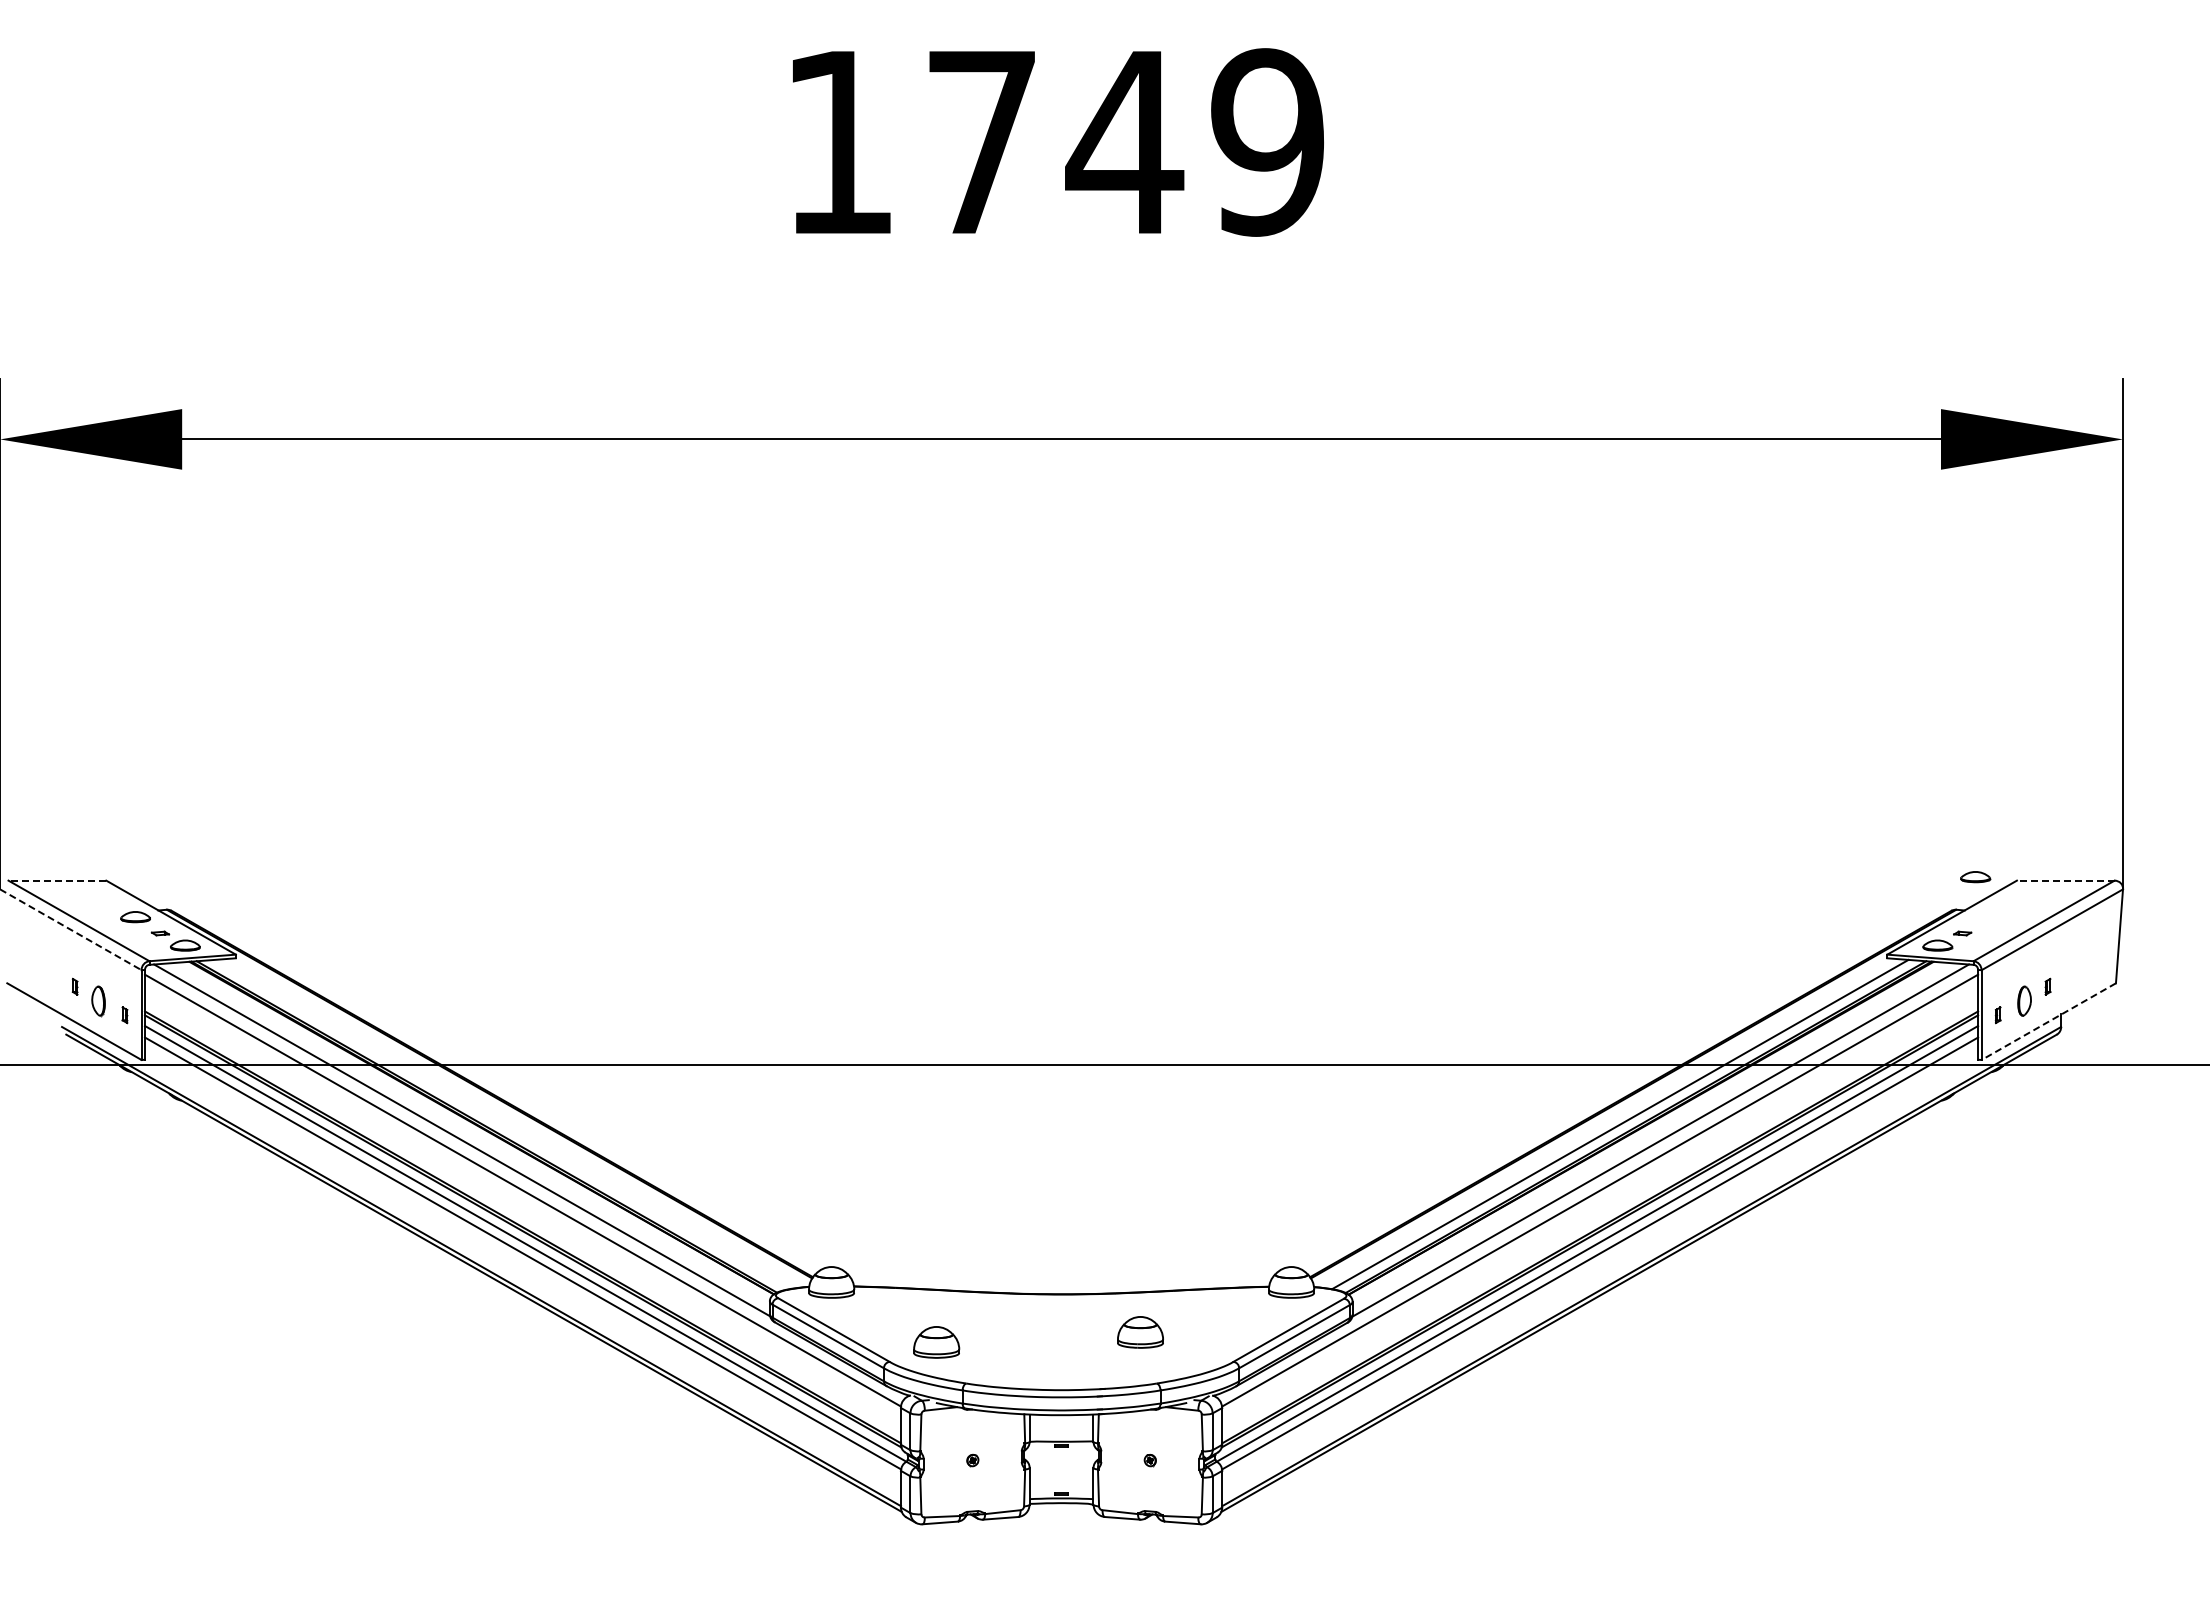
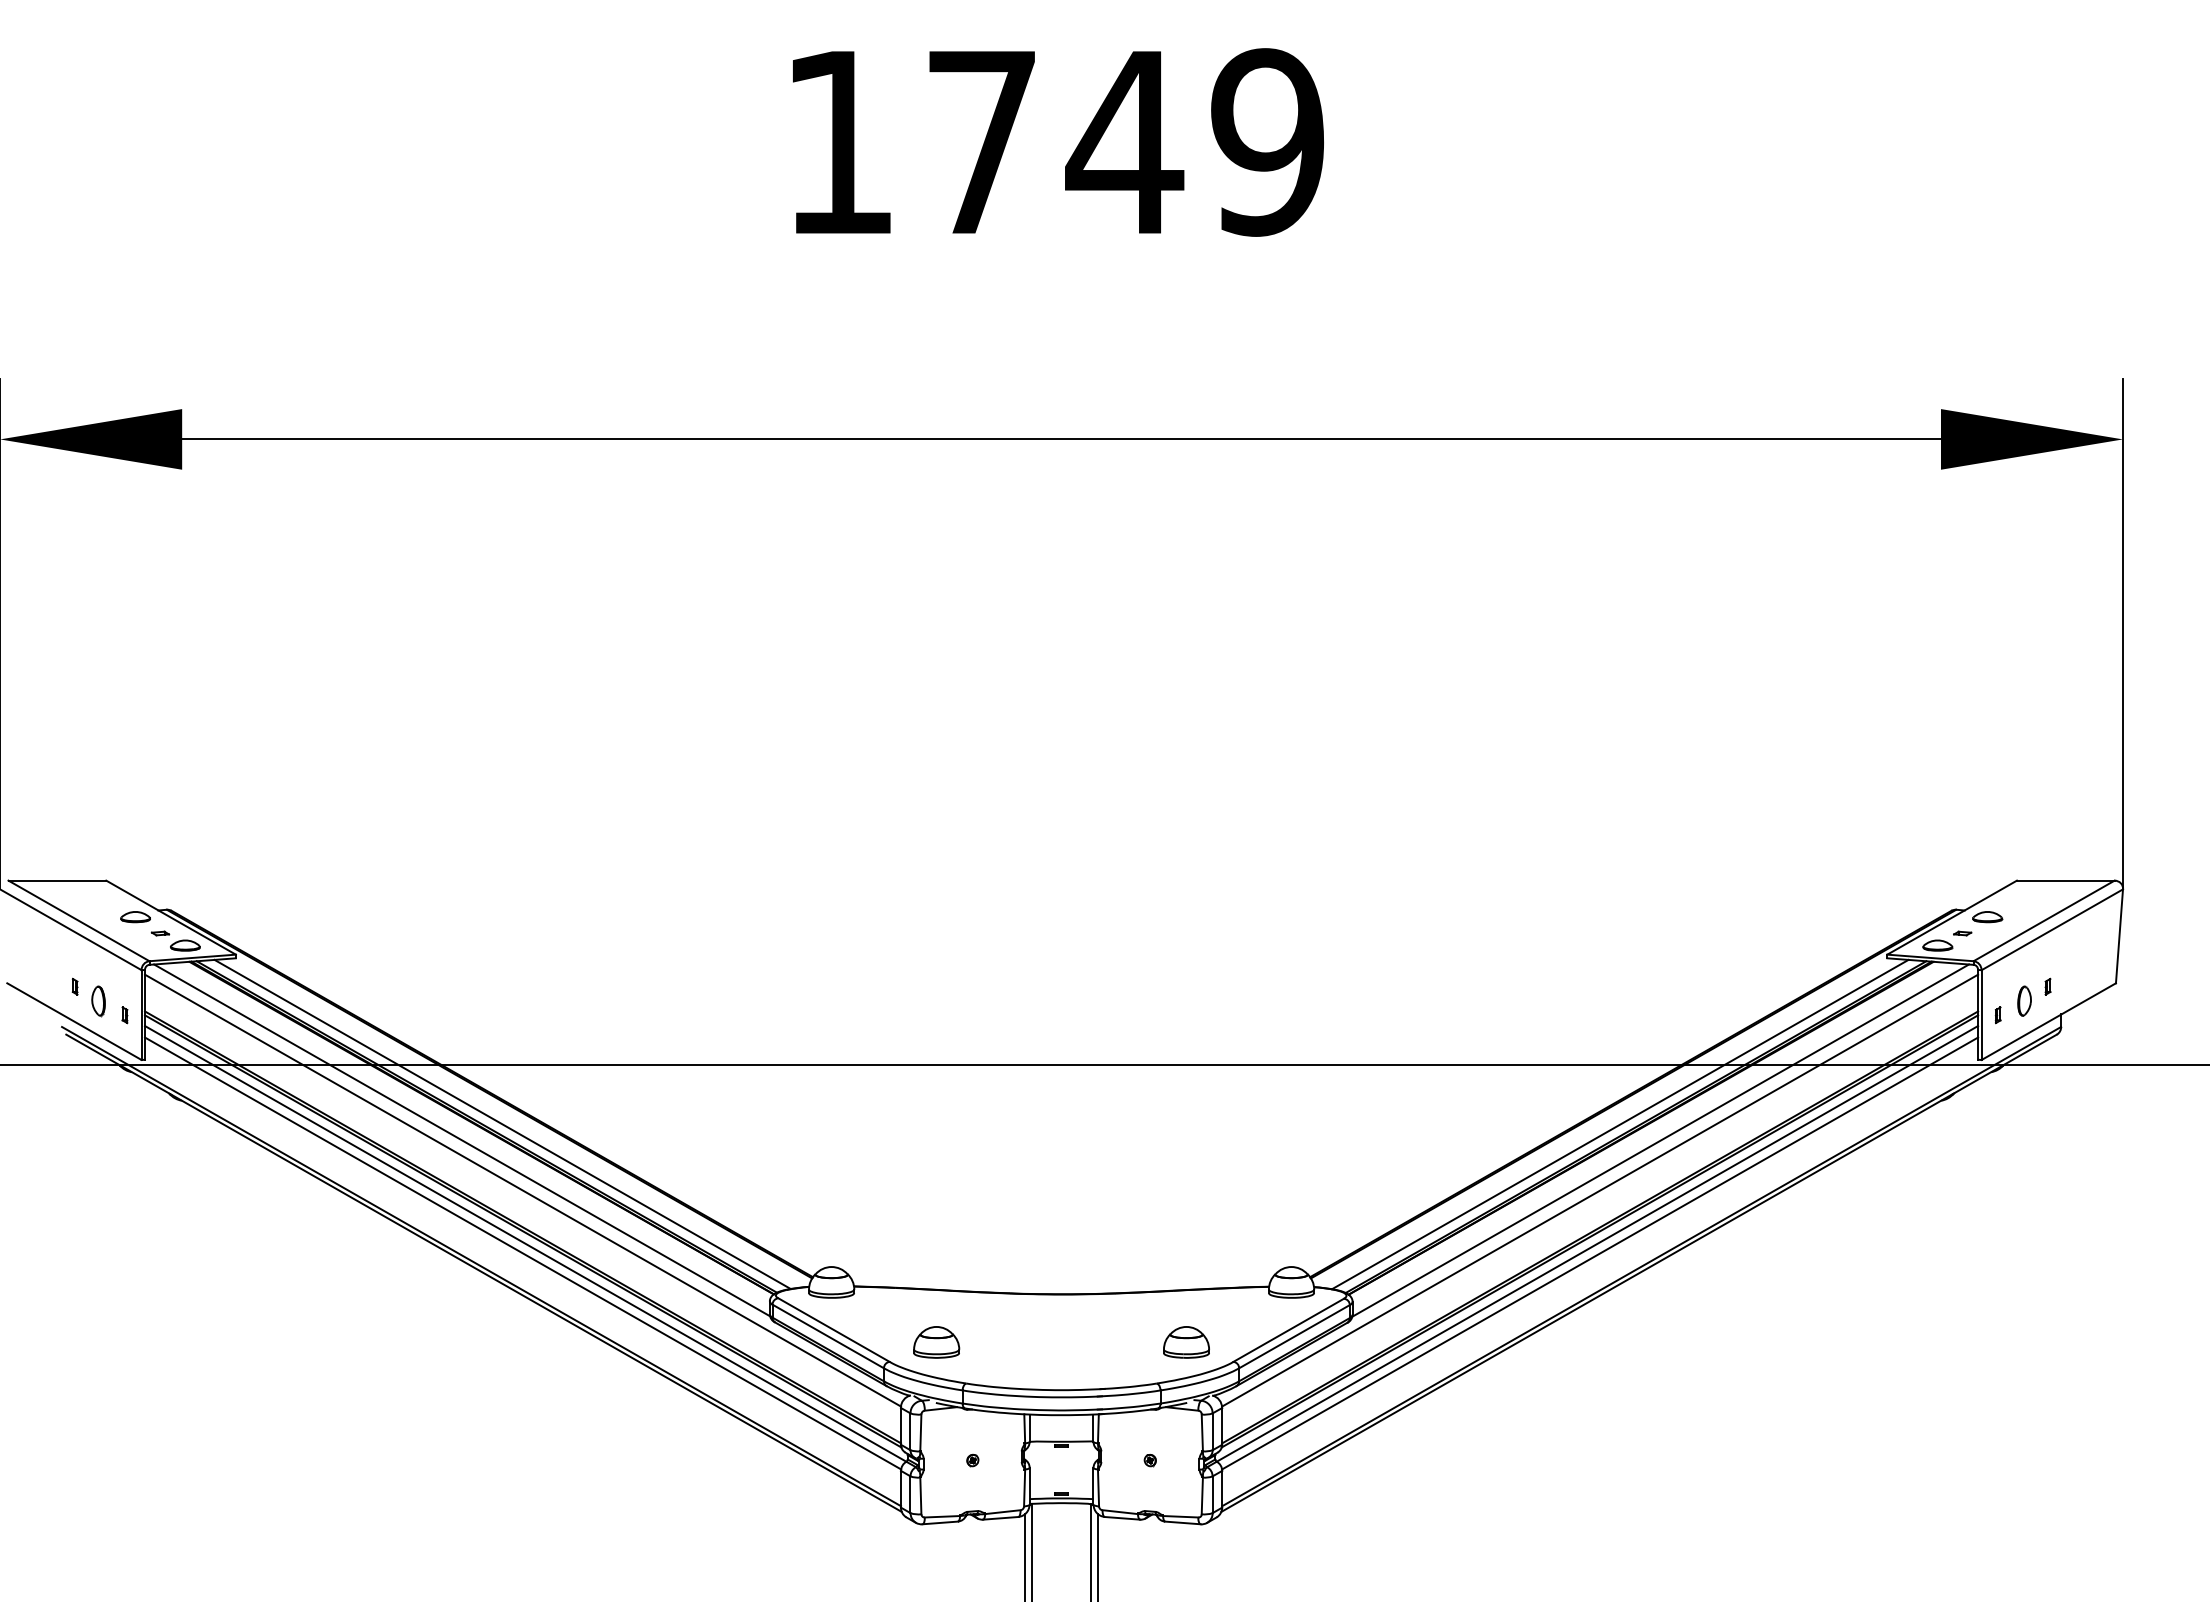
part at (1975, 877) position: (1975, 877) -> (1987, 917)
line at (57, 880): dashed -> solid
line at (2065, 880): dashed -> solid
line at (71, 930): dashed -> solid
line at (2048, 1021): dashed -> solid
line at (502, 1123): none -> present
part at (1140, 1332) position: (1140, 1332) -> (1186, 1342)
line at (1032, 1550): none -> present
line at (1090, 1550): none -> present
line at (1025, 1556): none -> present
line at (1097, 1556): none -> present
